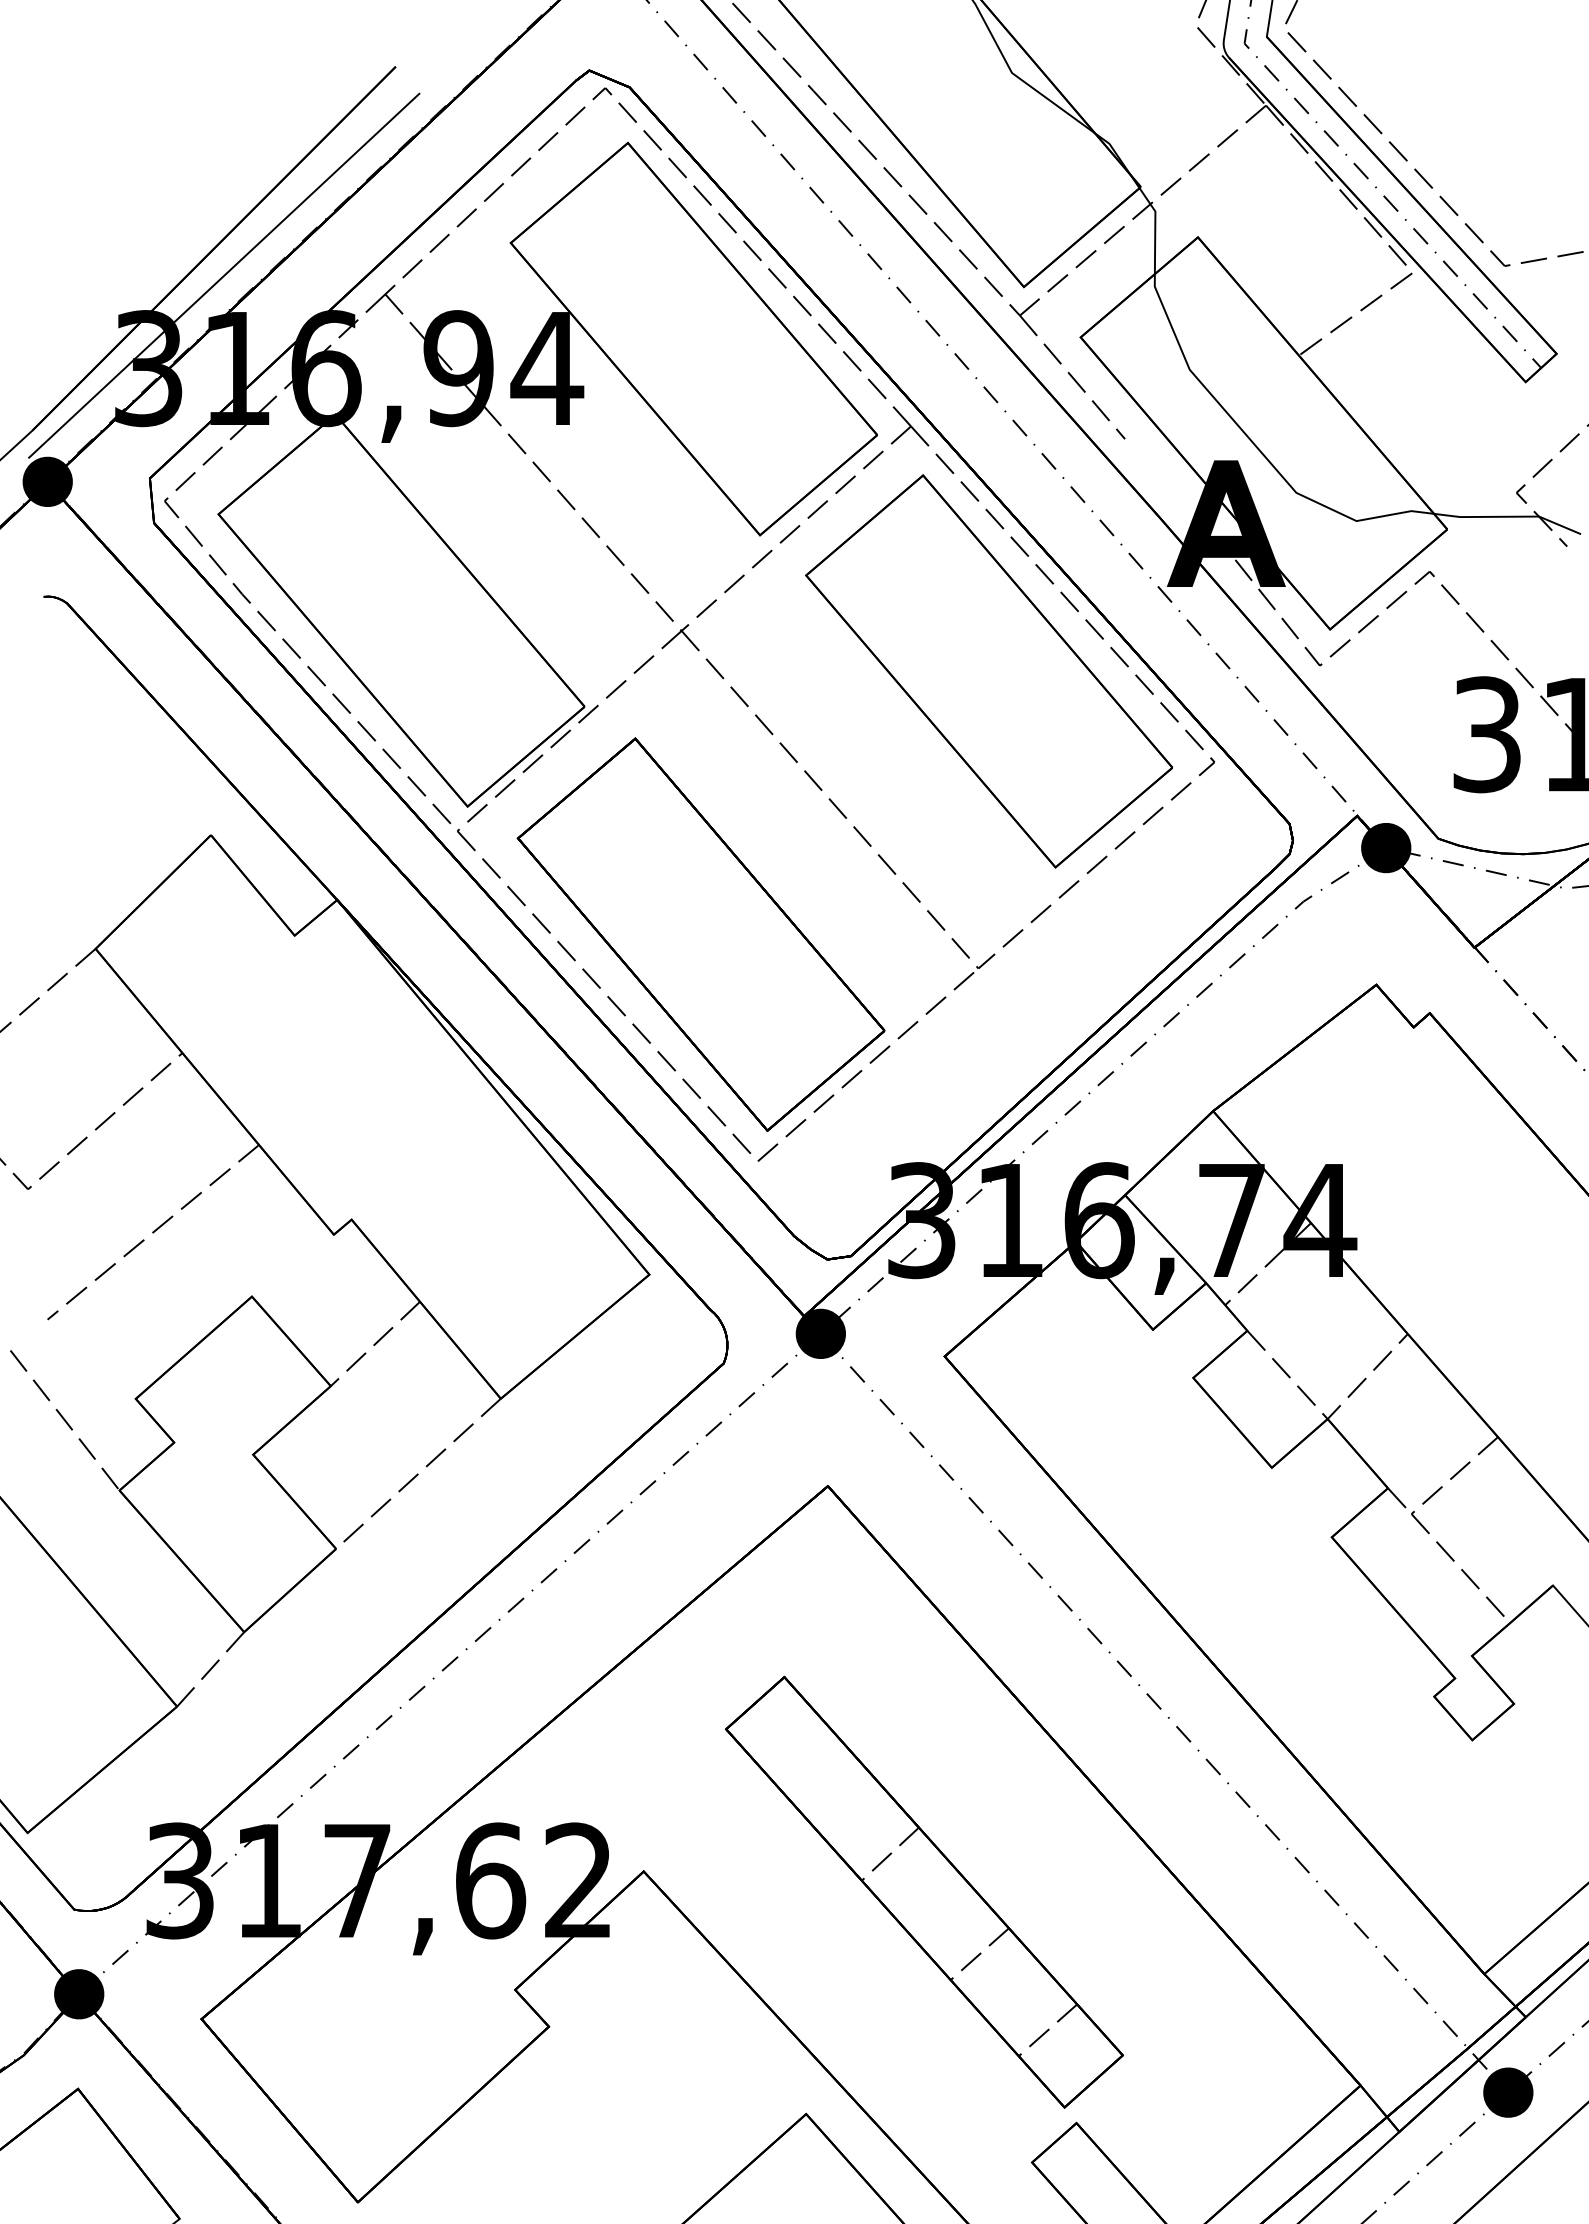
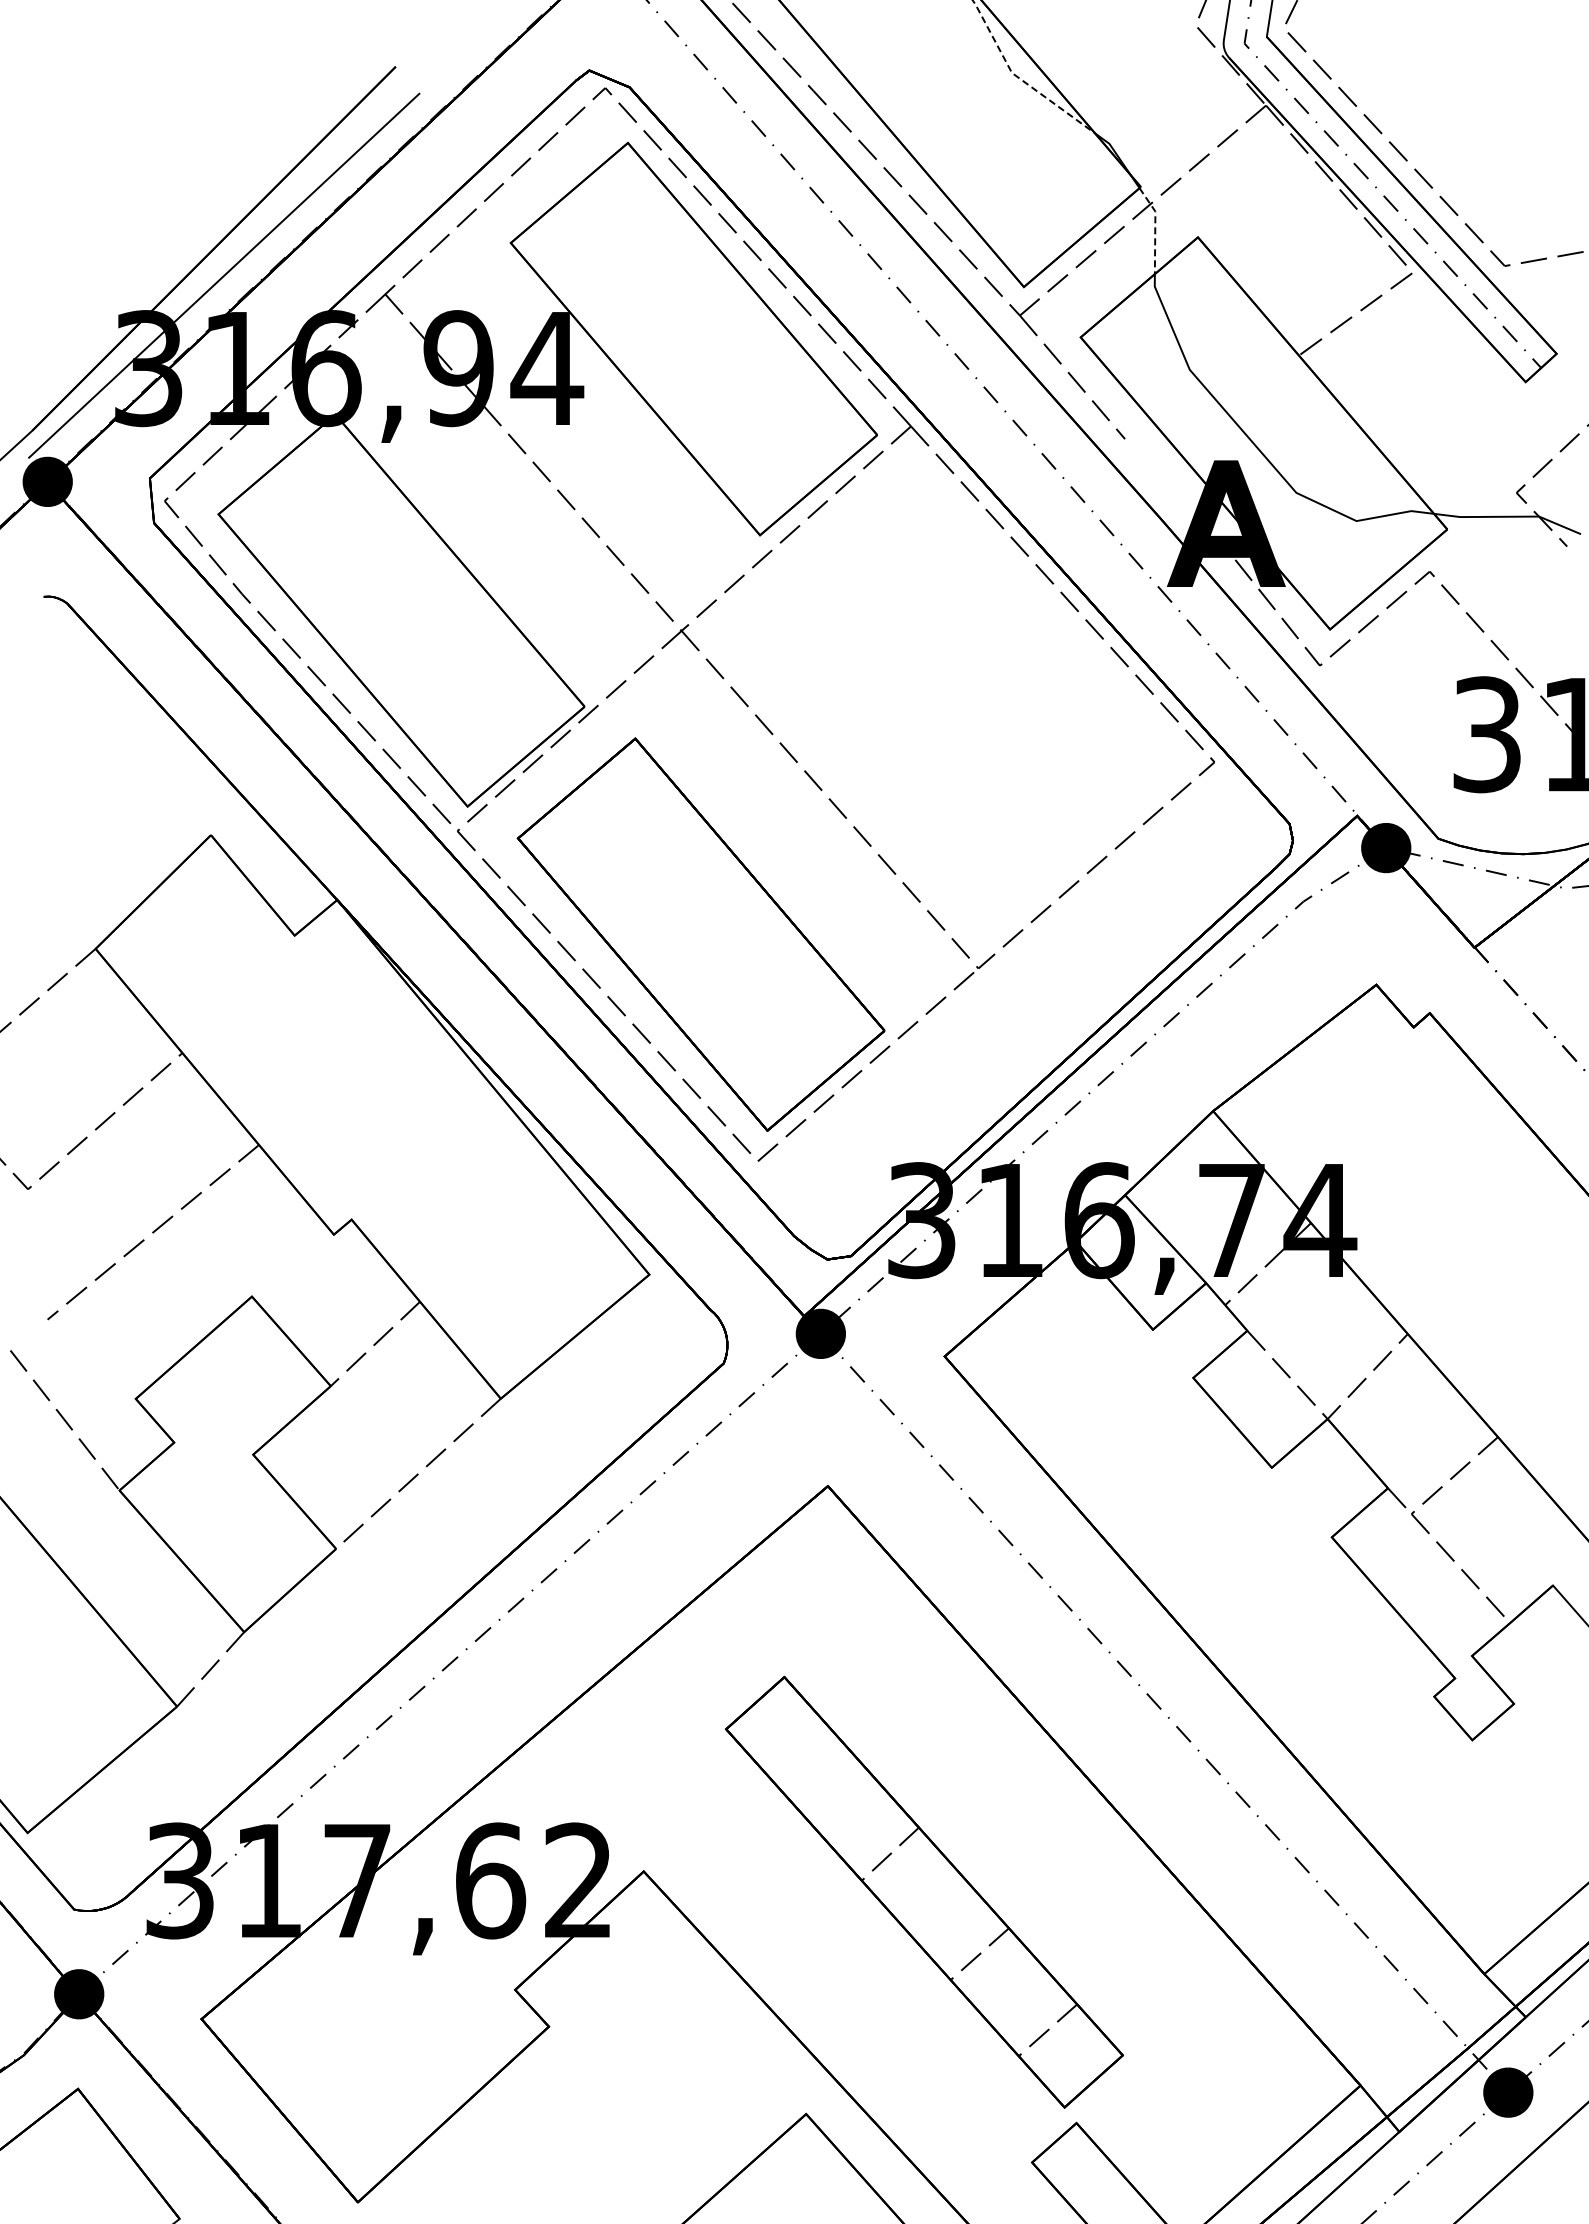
line at (1019, 78): solid -> dashed
line at (1155, 228): solid -> dashed
part at (988, 671): present -> none
